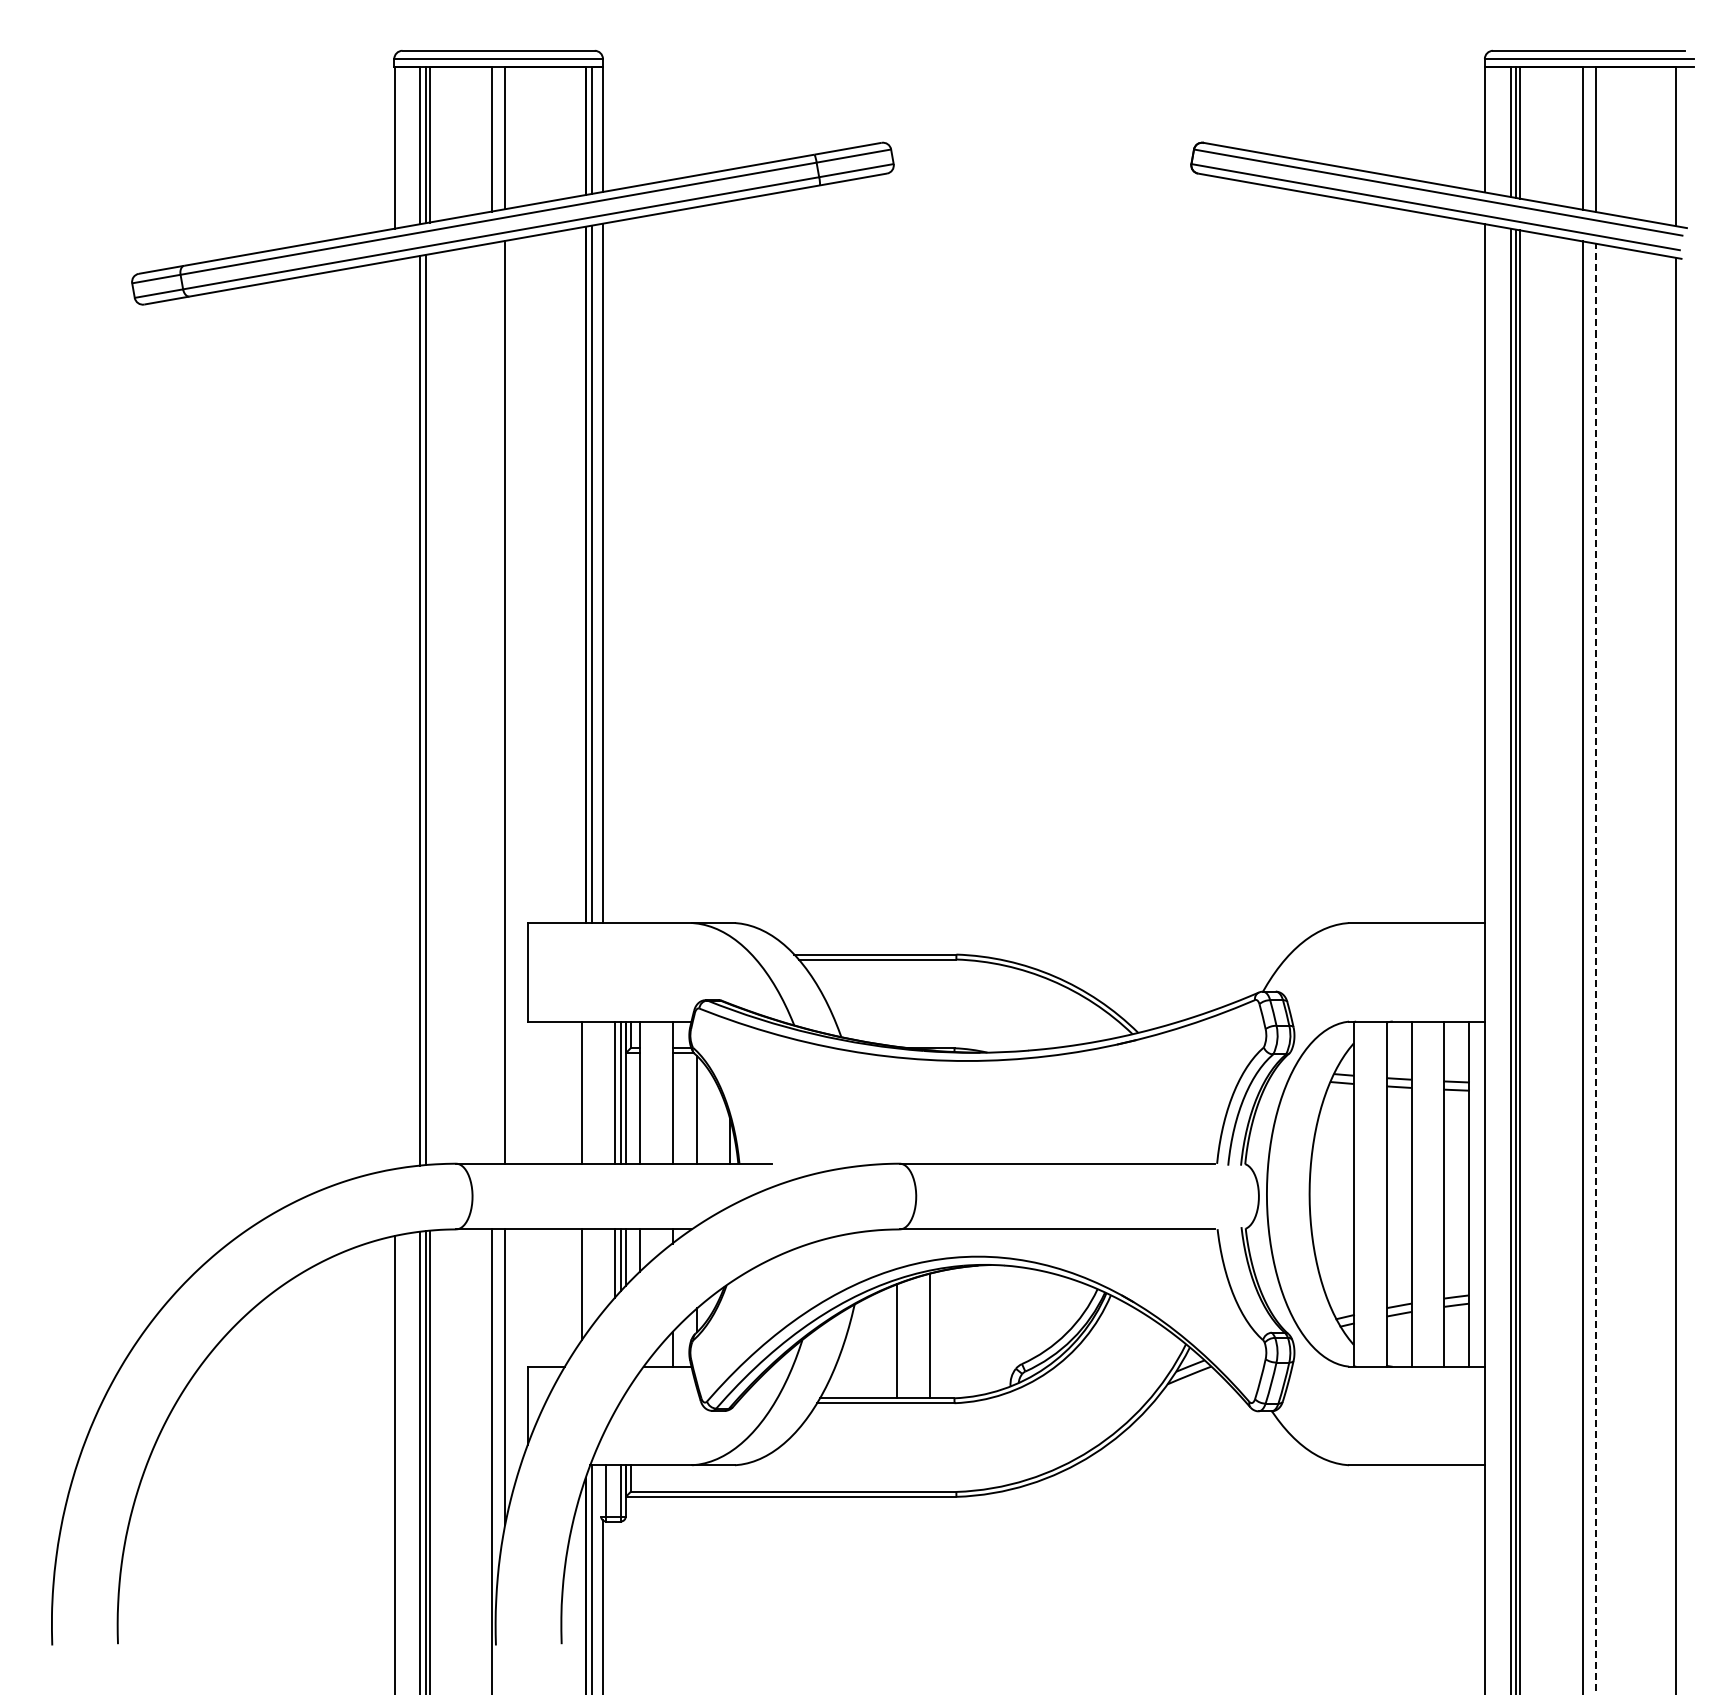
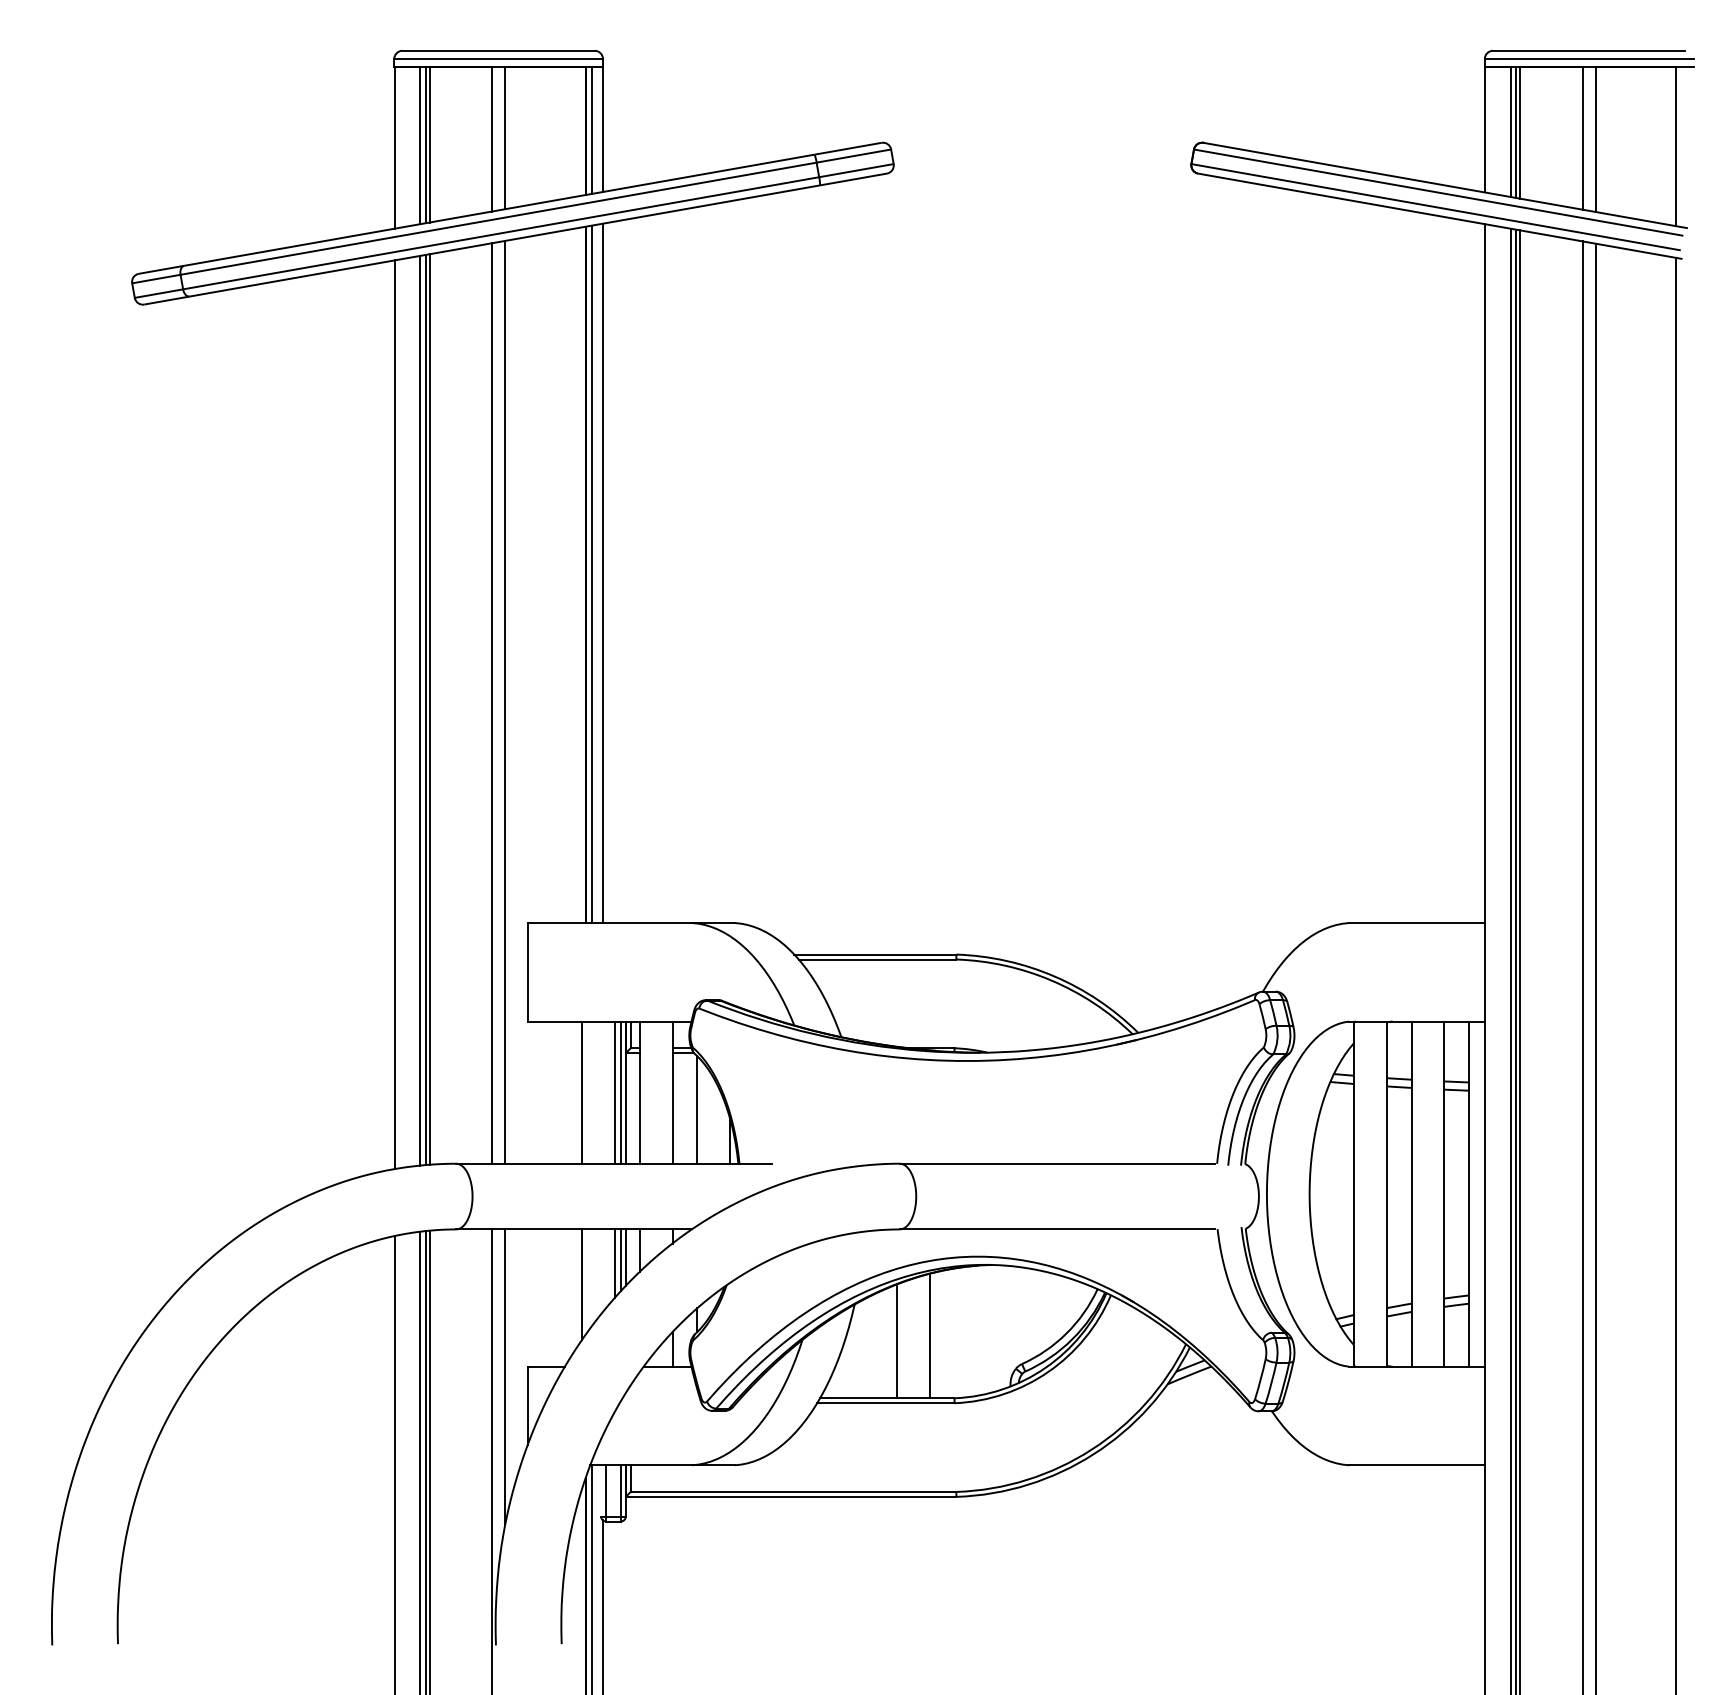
line at (492, 703): none -> present
line at (429, 709): none -> present
line at (394, 714): none -> present
line at (1595, 968): dashed -> solid
